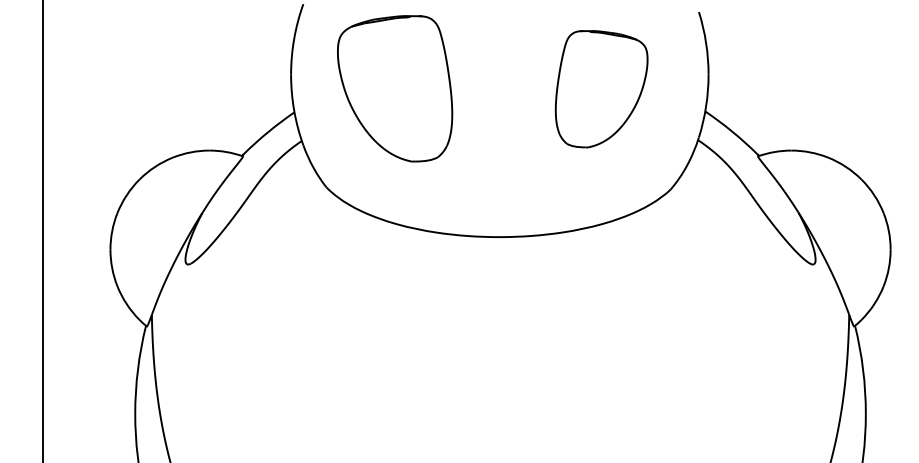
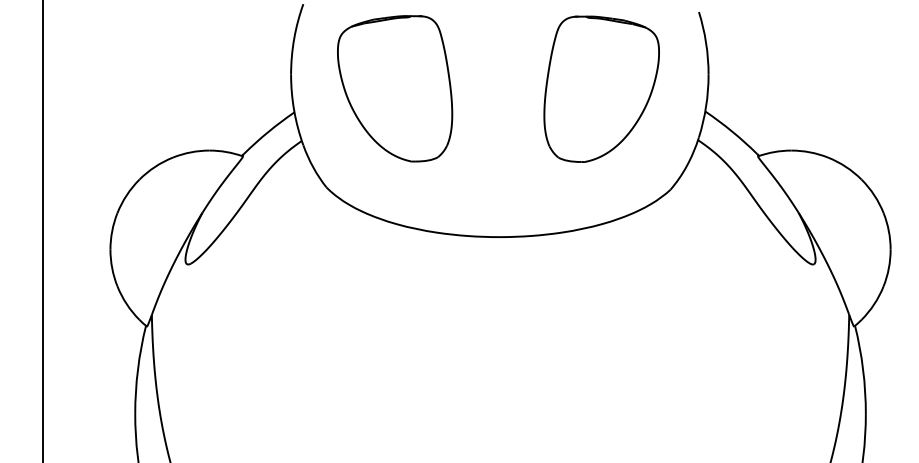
part at (601, 89) size: 95x119 px -> 117x148 px
